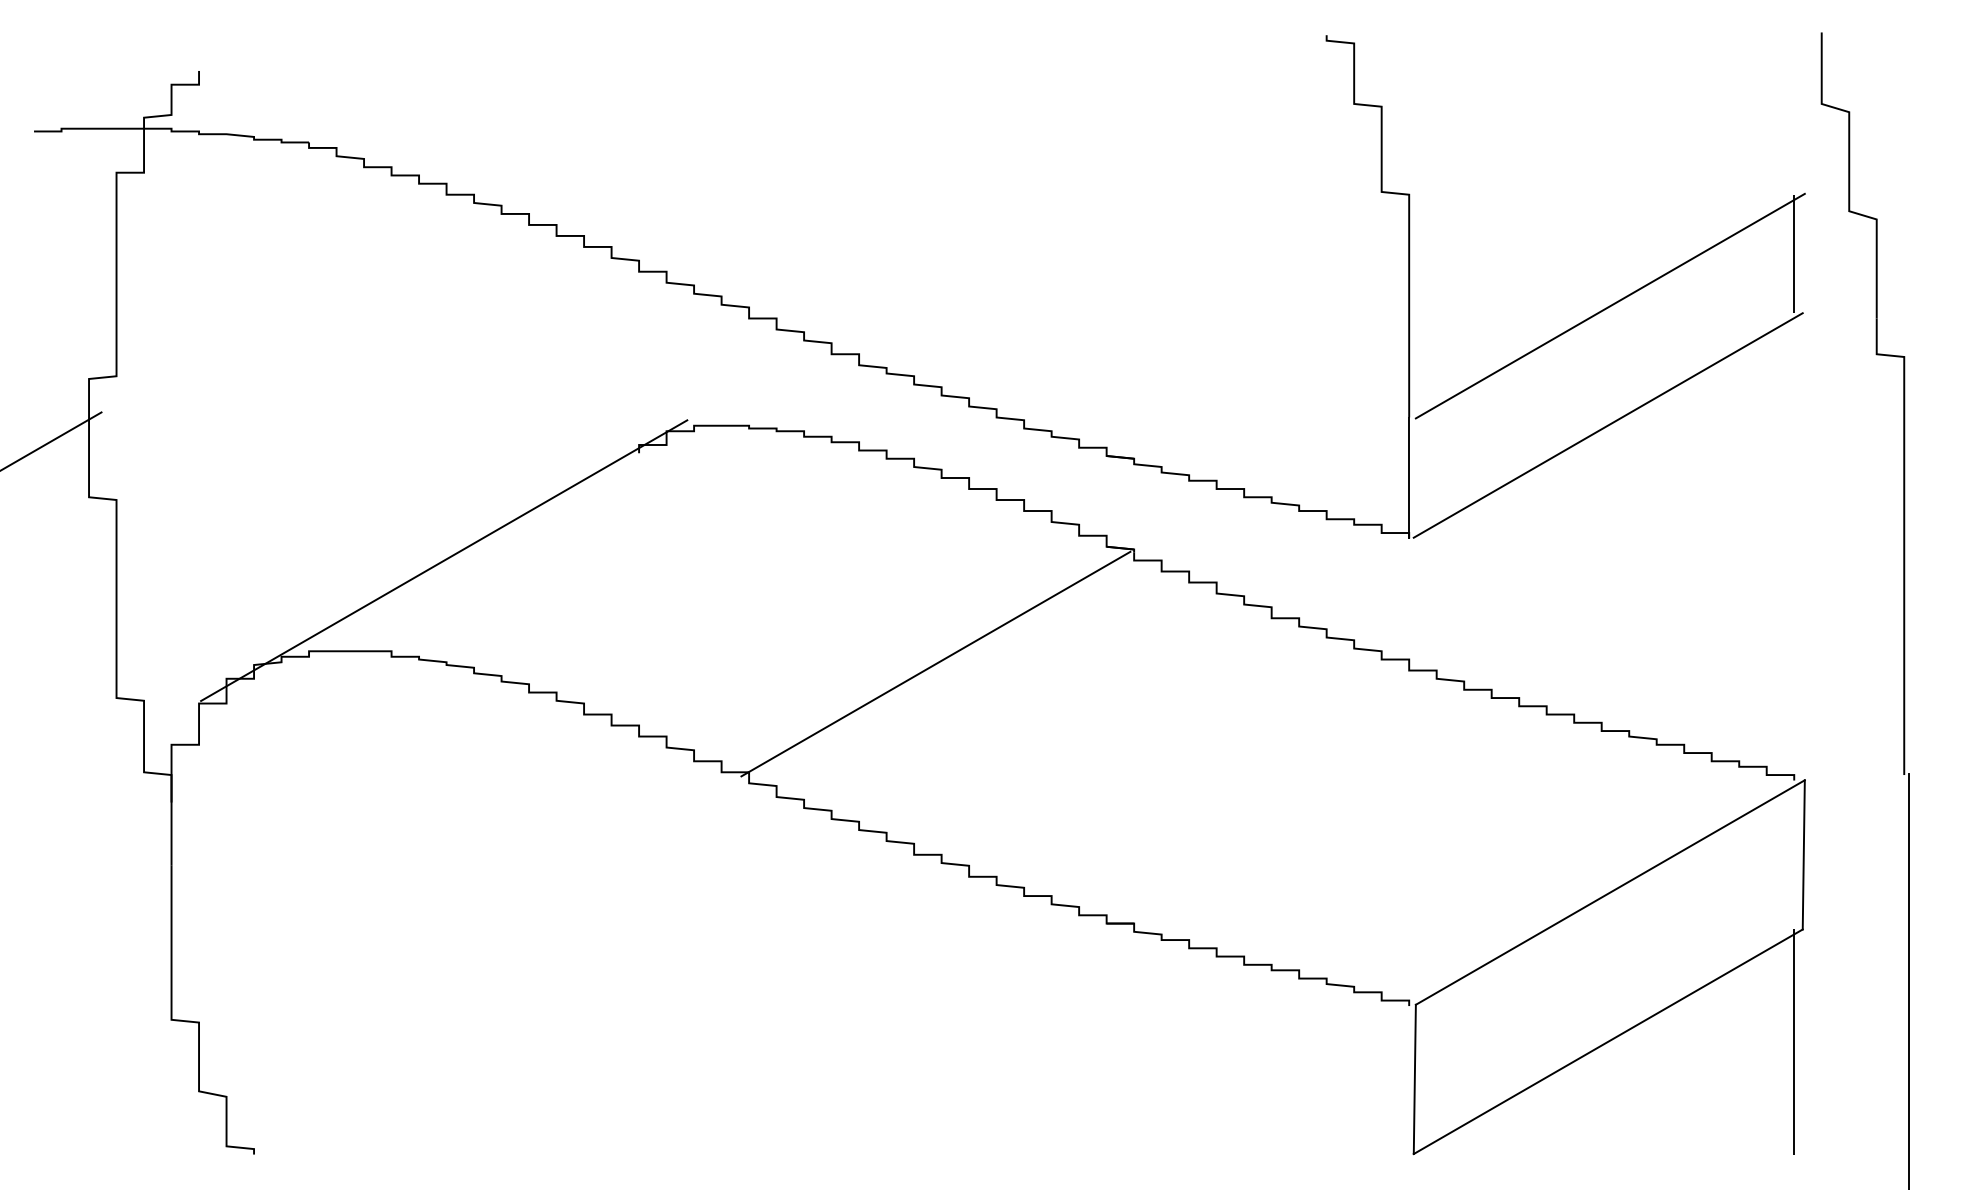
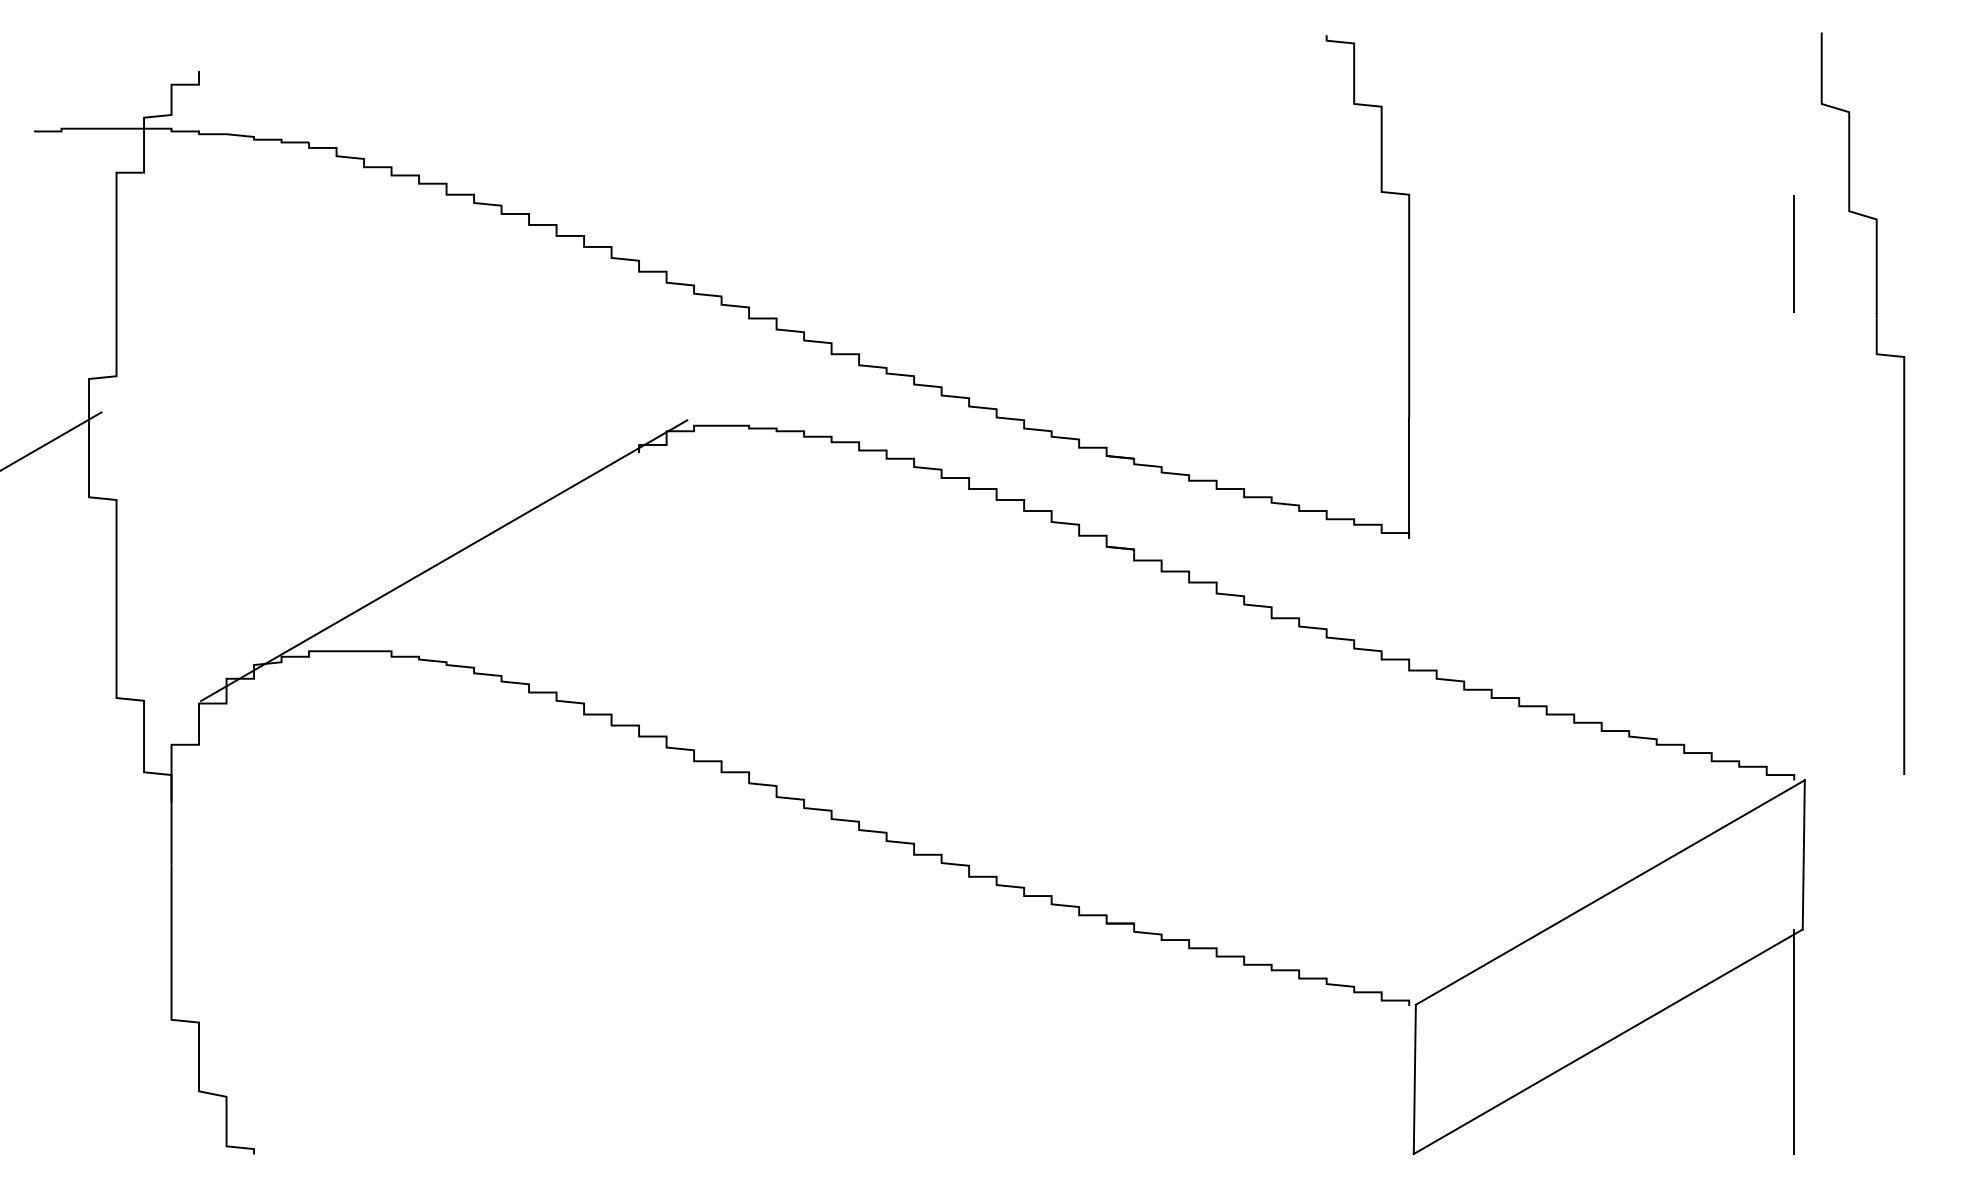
line at (1609, 305): present -> none
line at (1607, 425): present -> none
line at (935, 663): present -> none
line at (1908, 980): present -> none
